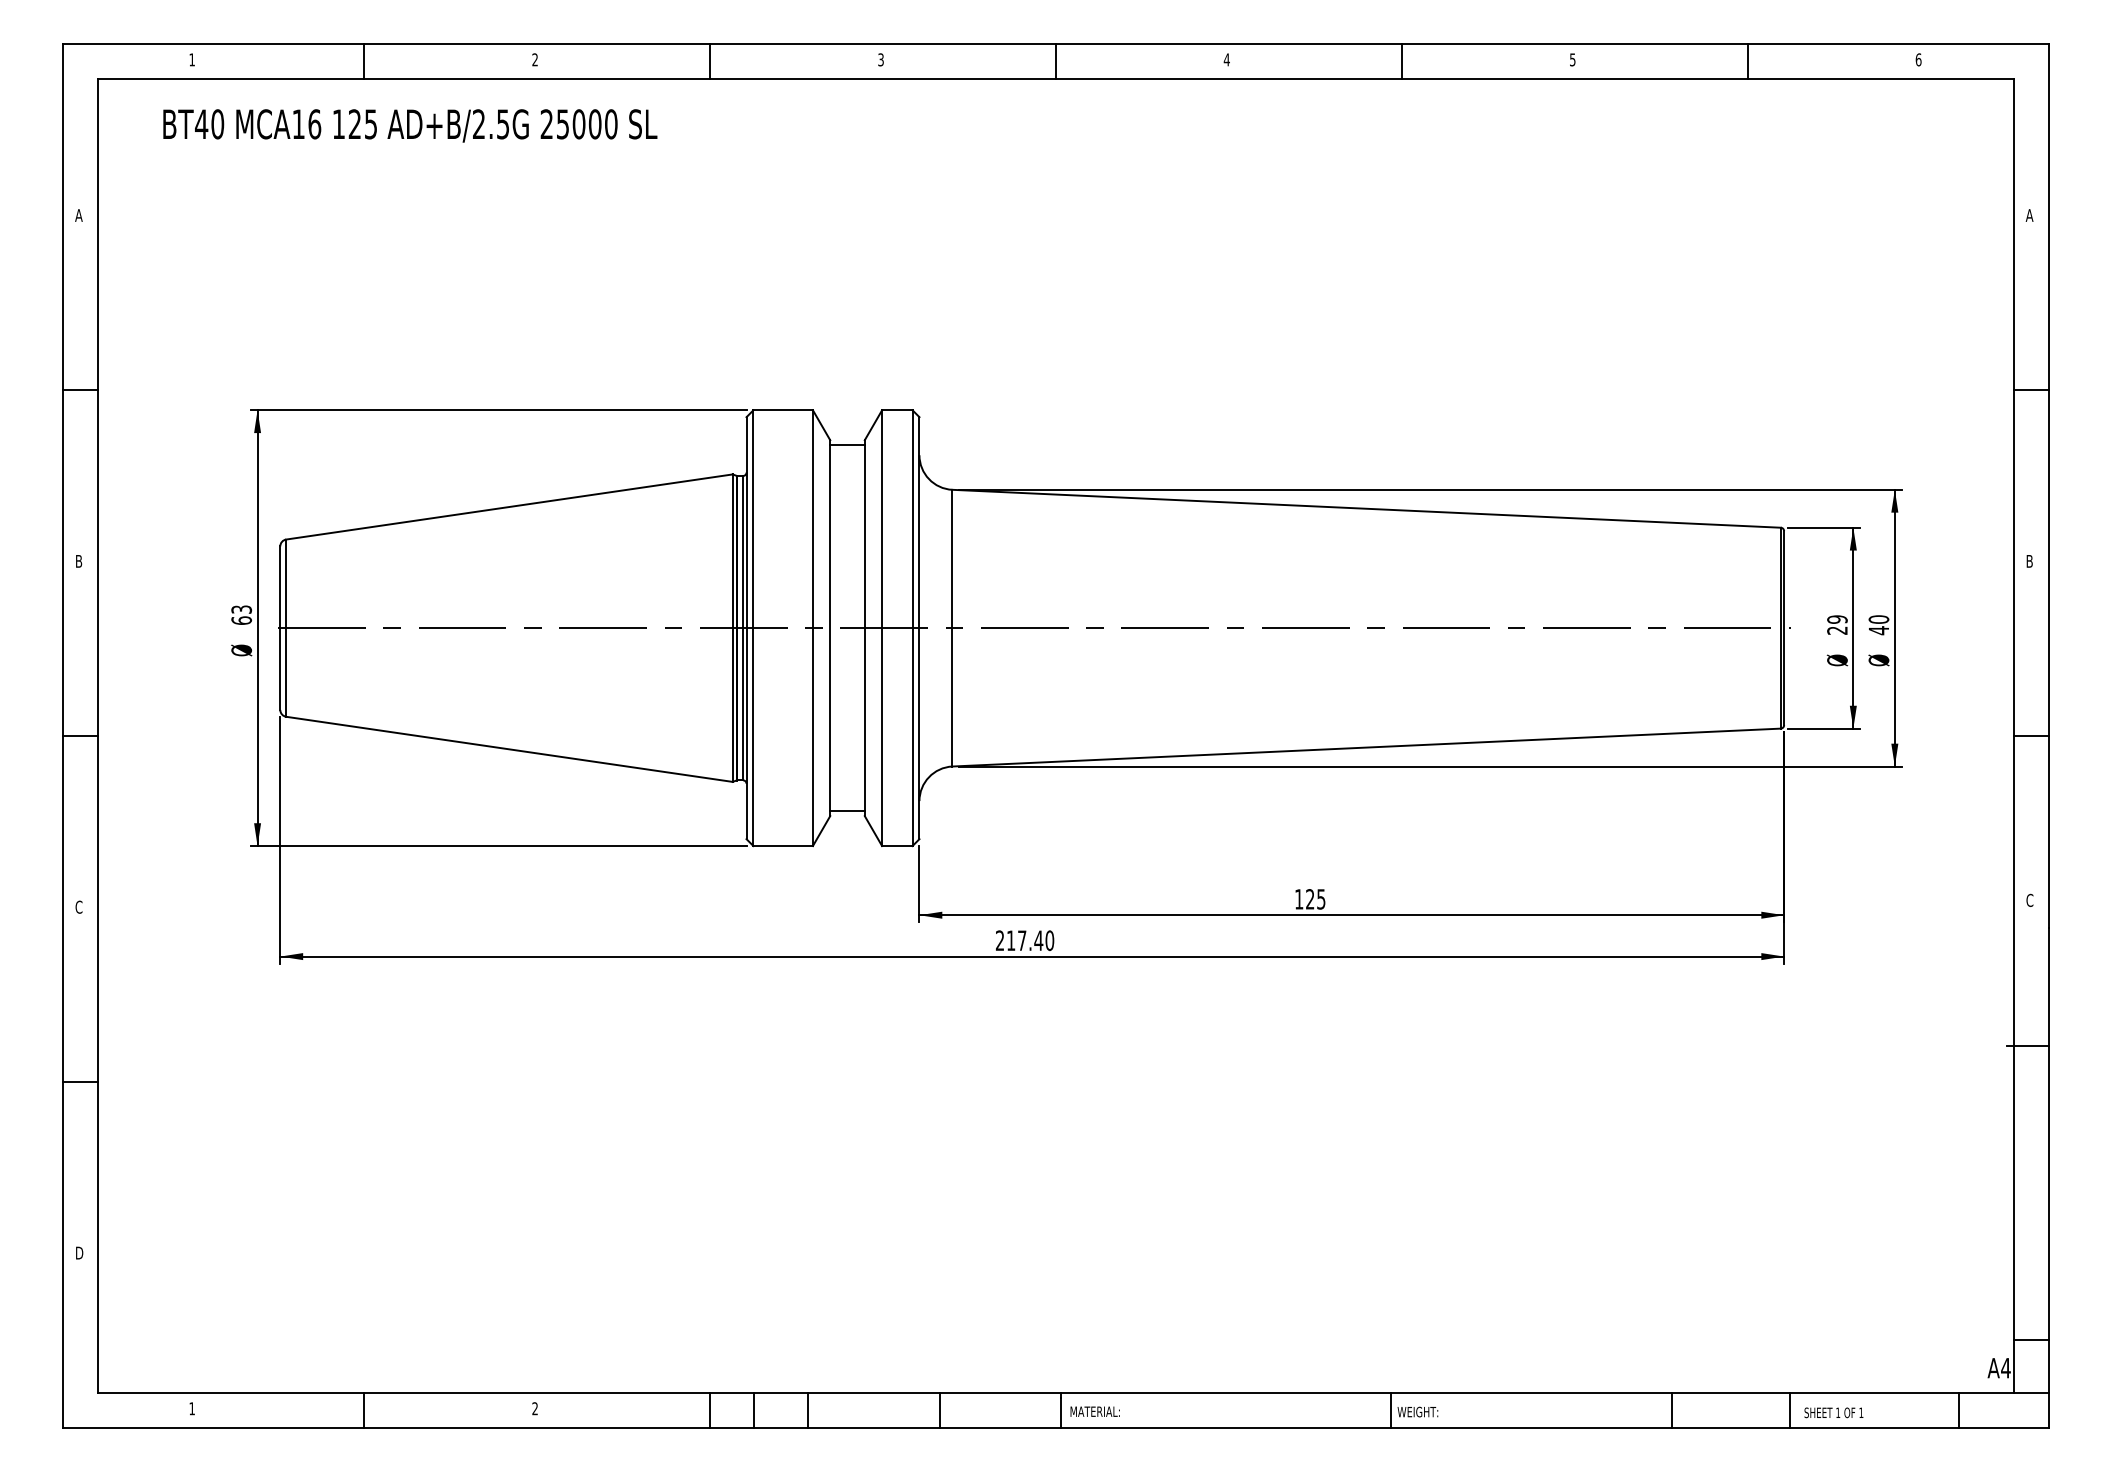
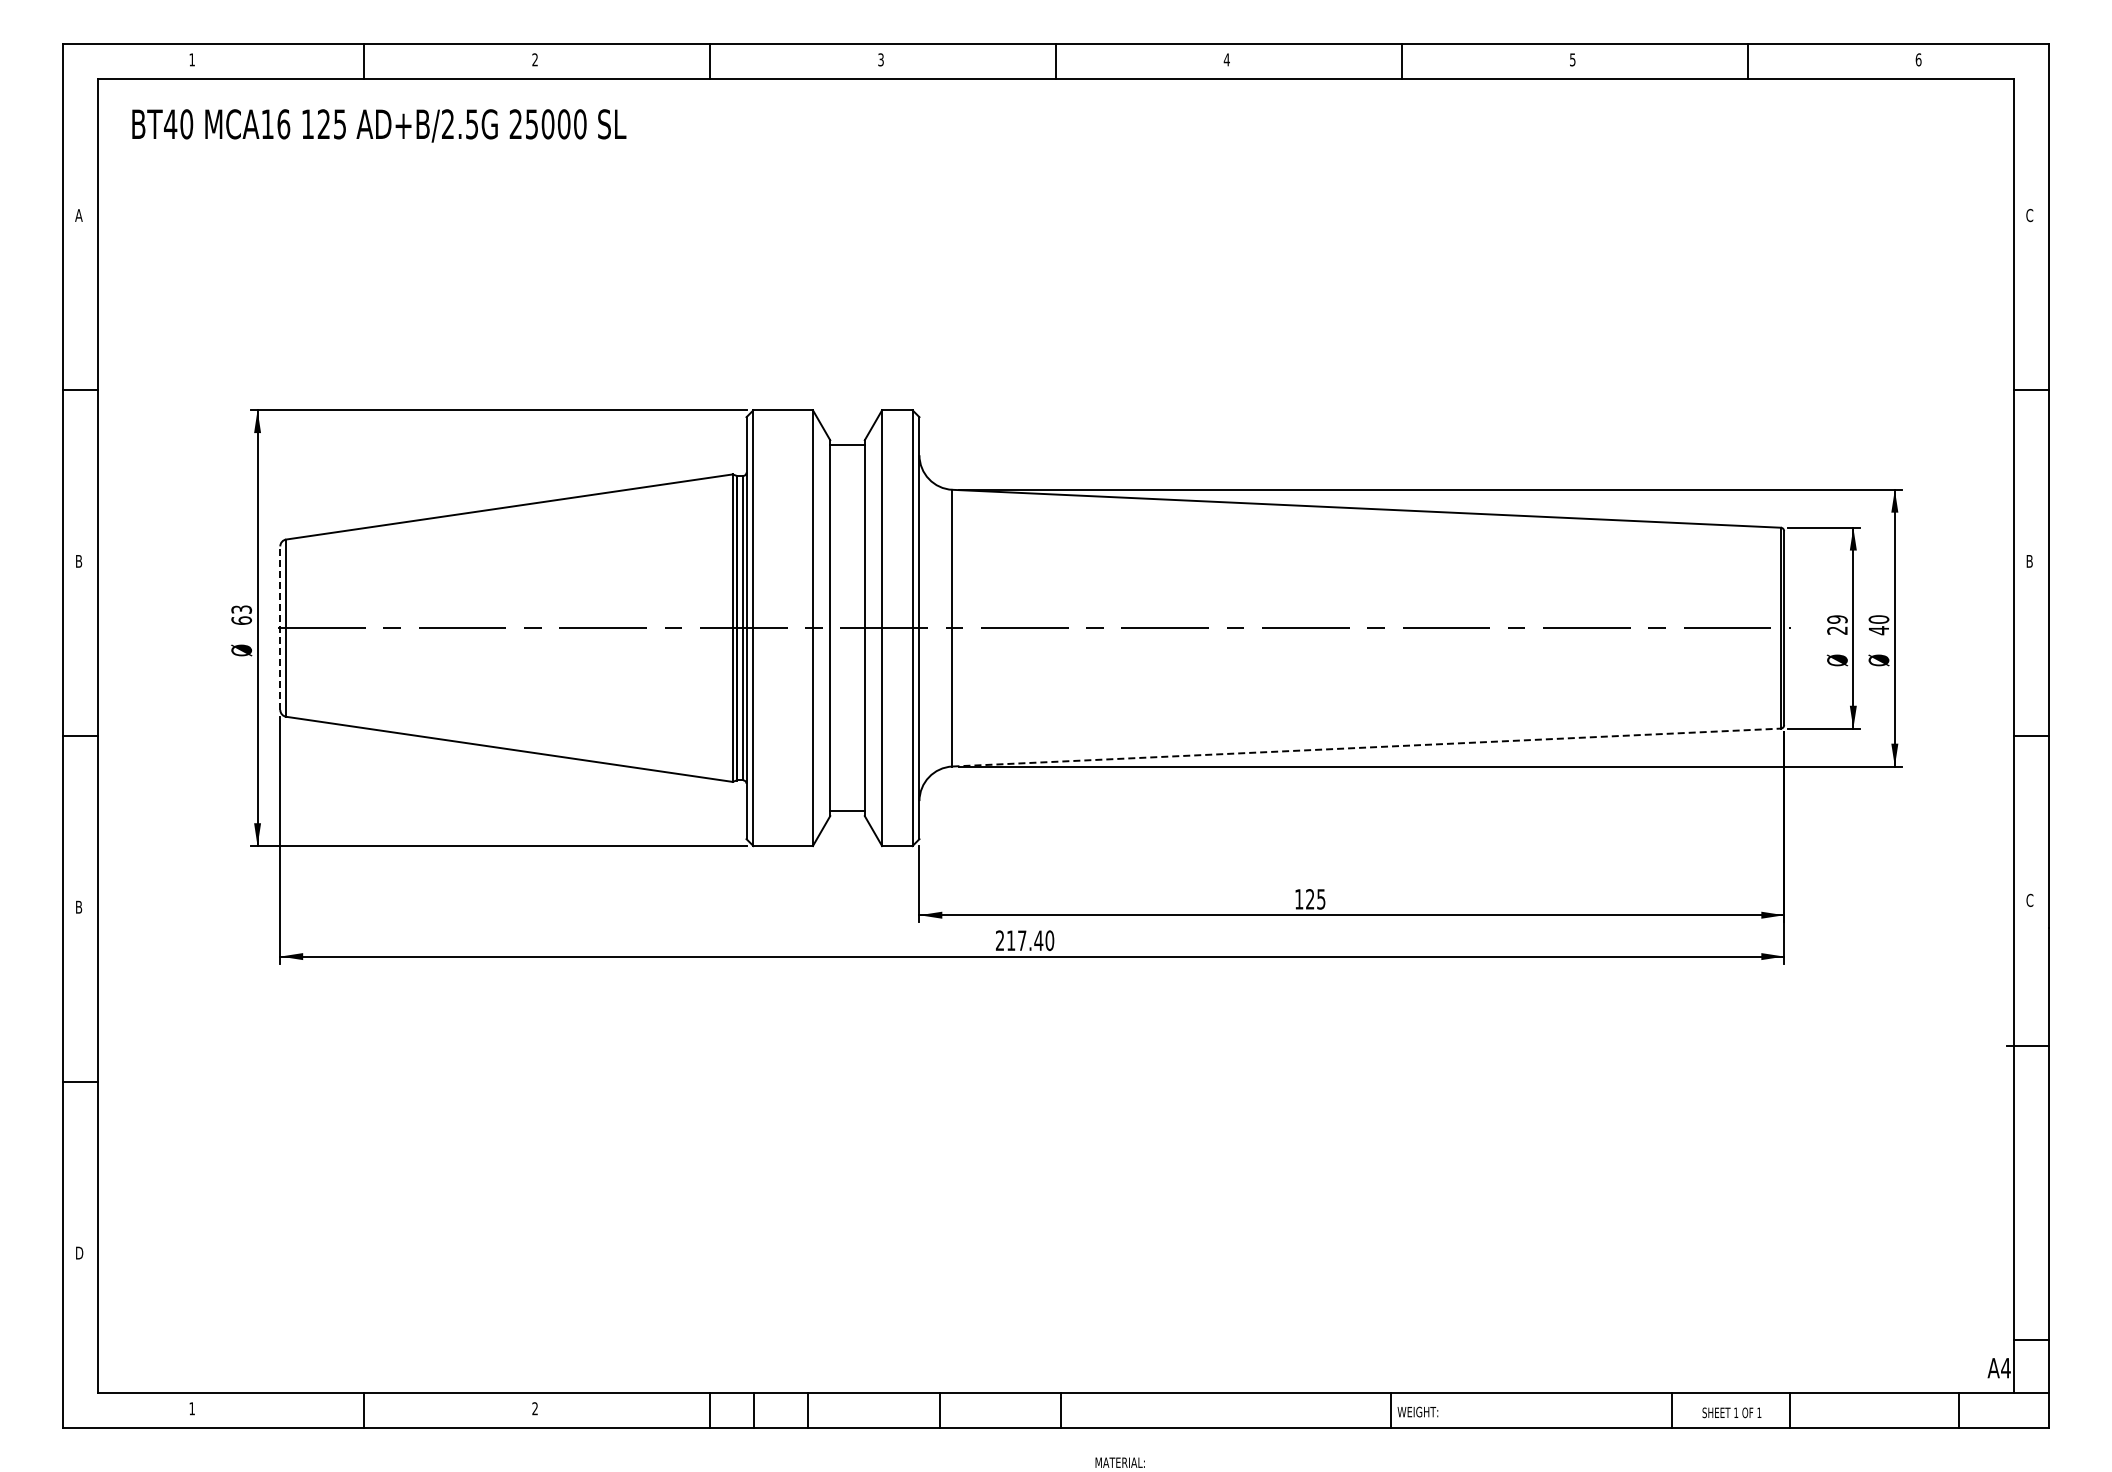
text at (410, 125) position: (410, 125) -> (379, 125)
text at (2029, 215): A -> C
line at (280, 628): solid -> dashed
line at (1366, 747): solid -> dashed
text at (78, 906): C -> B
text at (1094, 1411) position: (1094, 1411) -> (1119, 1462)
text at (1833, 1412) position: (1833, 1412) -> (1731, 1412)
